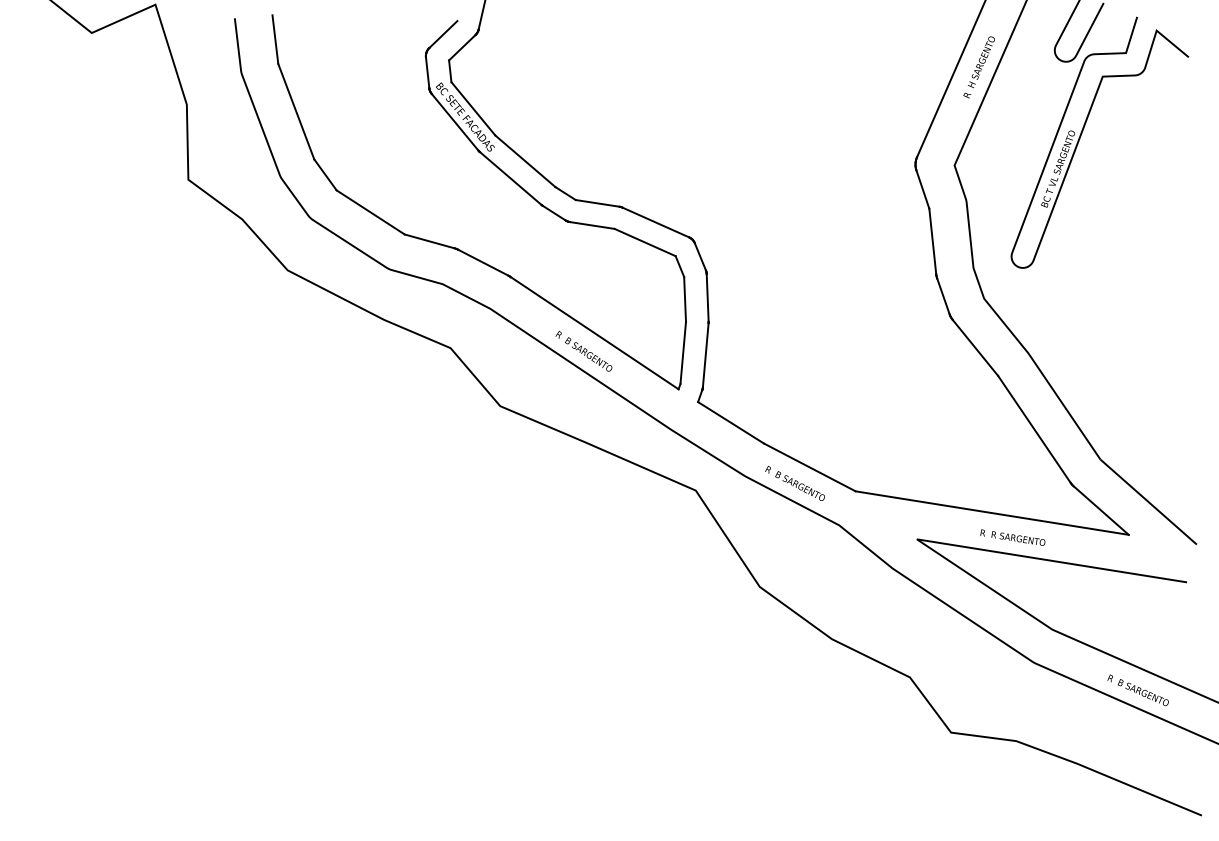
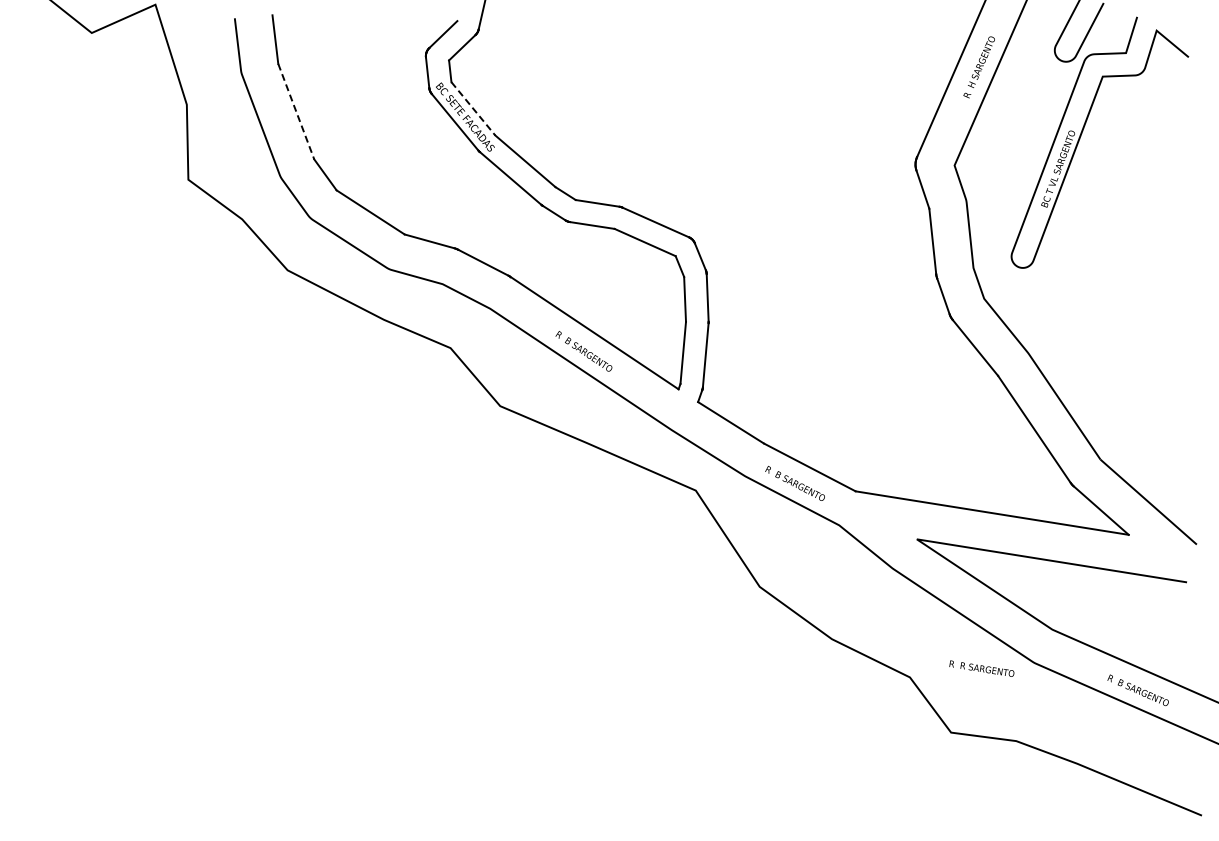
line at (473, 109): solid -> dashed
line at (296, 112): solid -> dashed
text at (1012, 537) position: (1012, 537) -> (981, 668)
